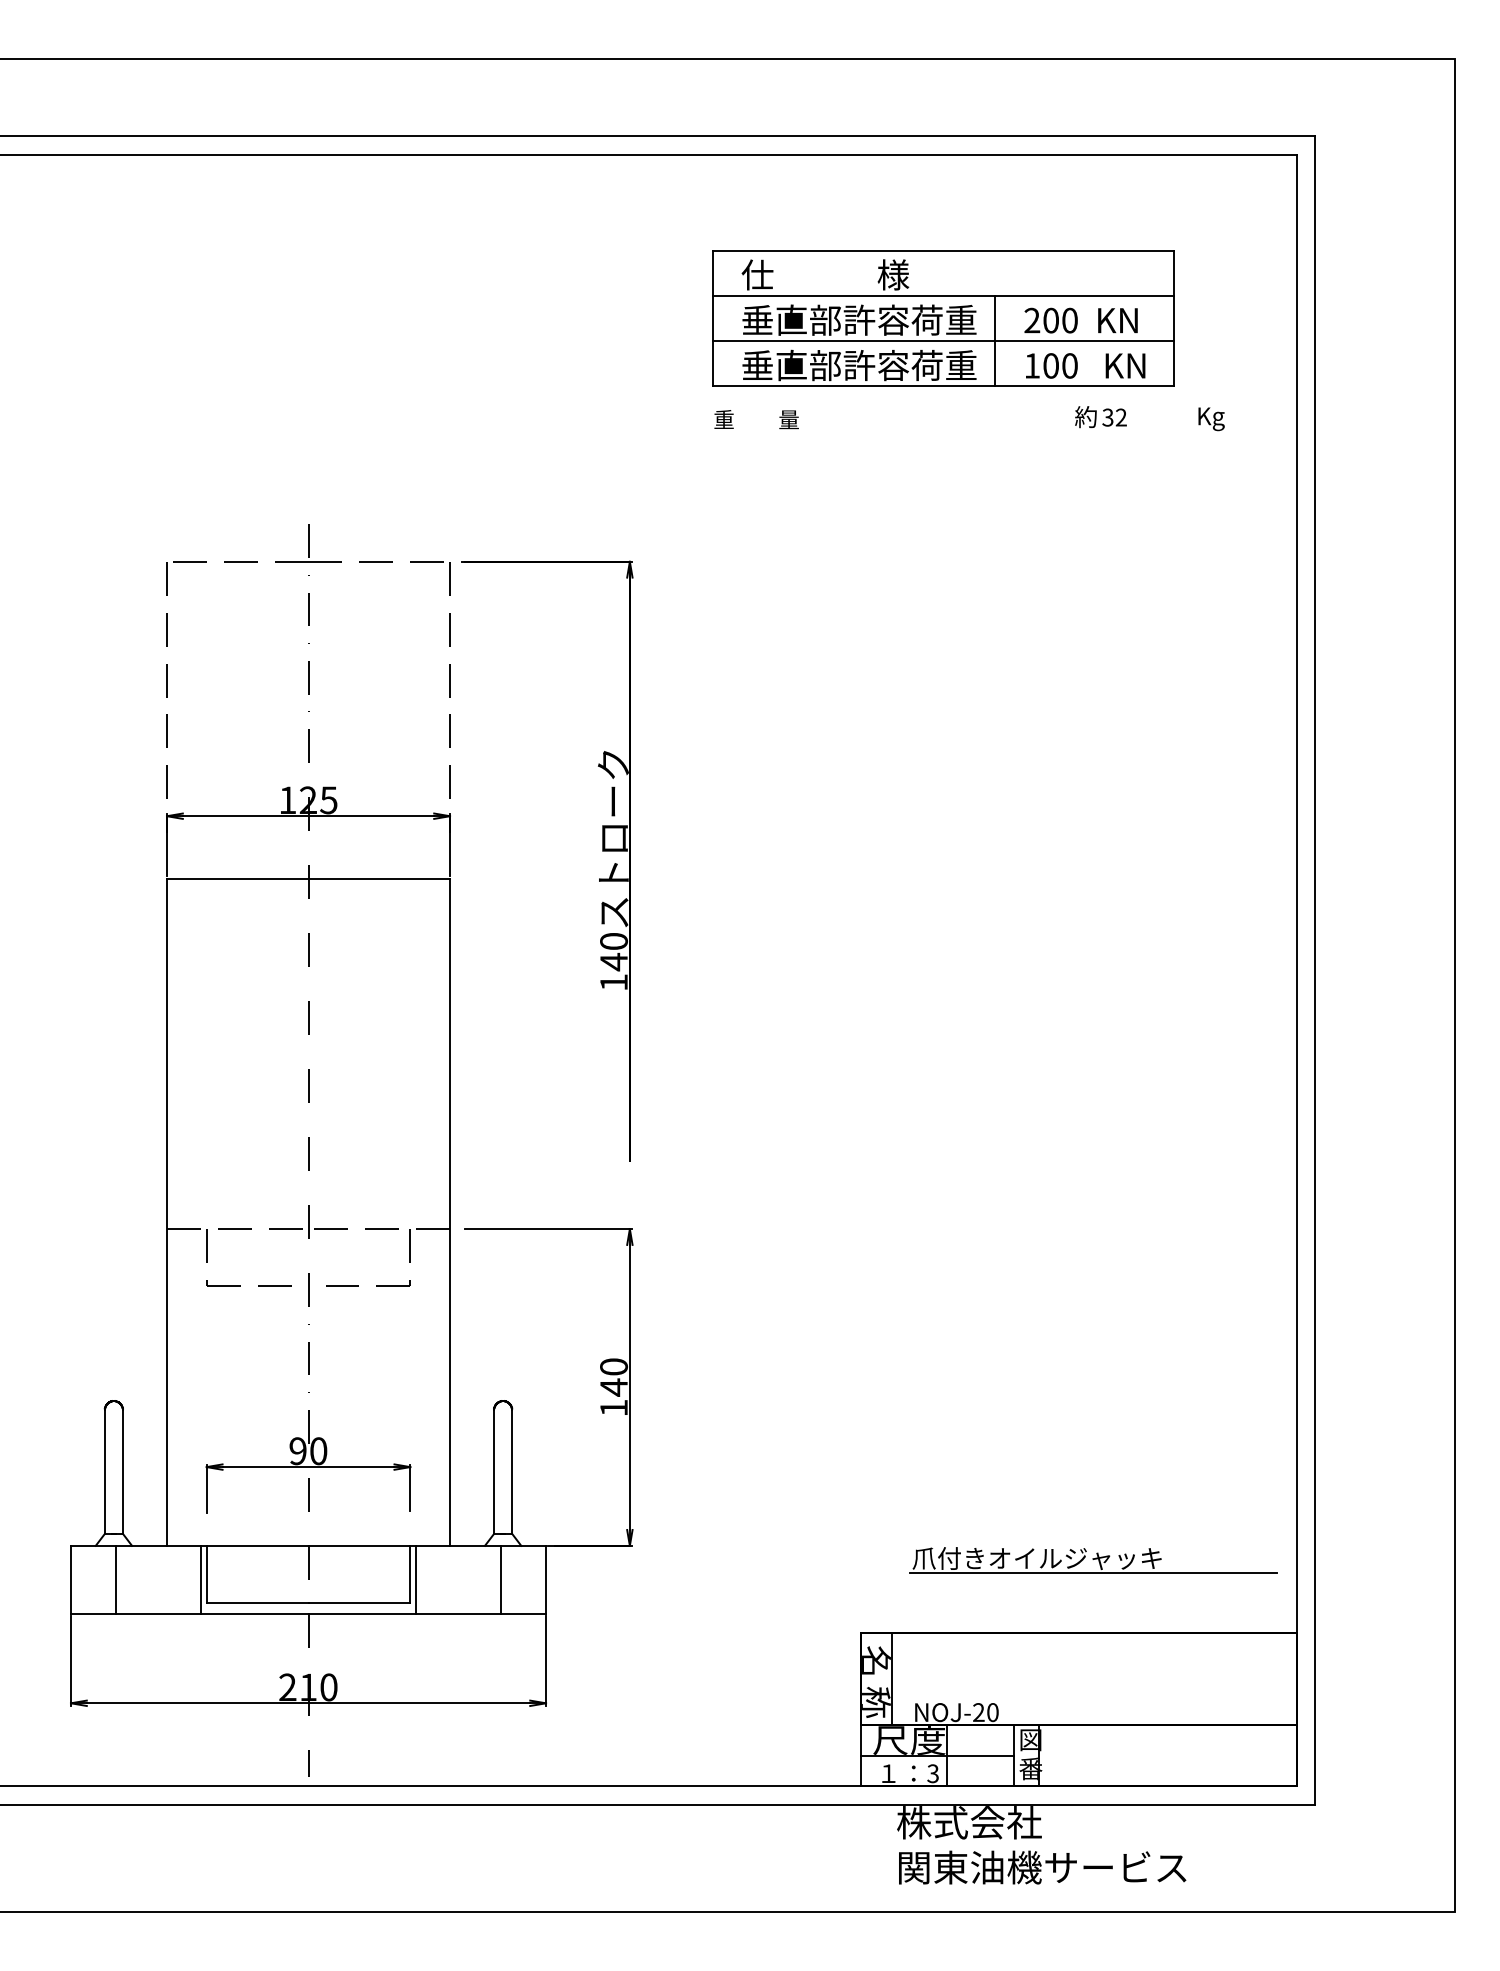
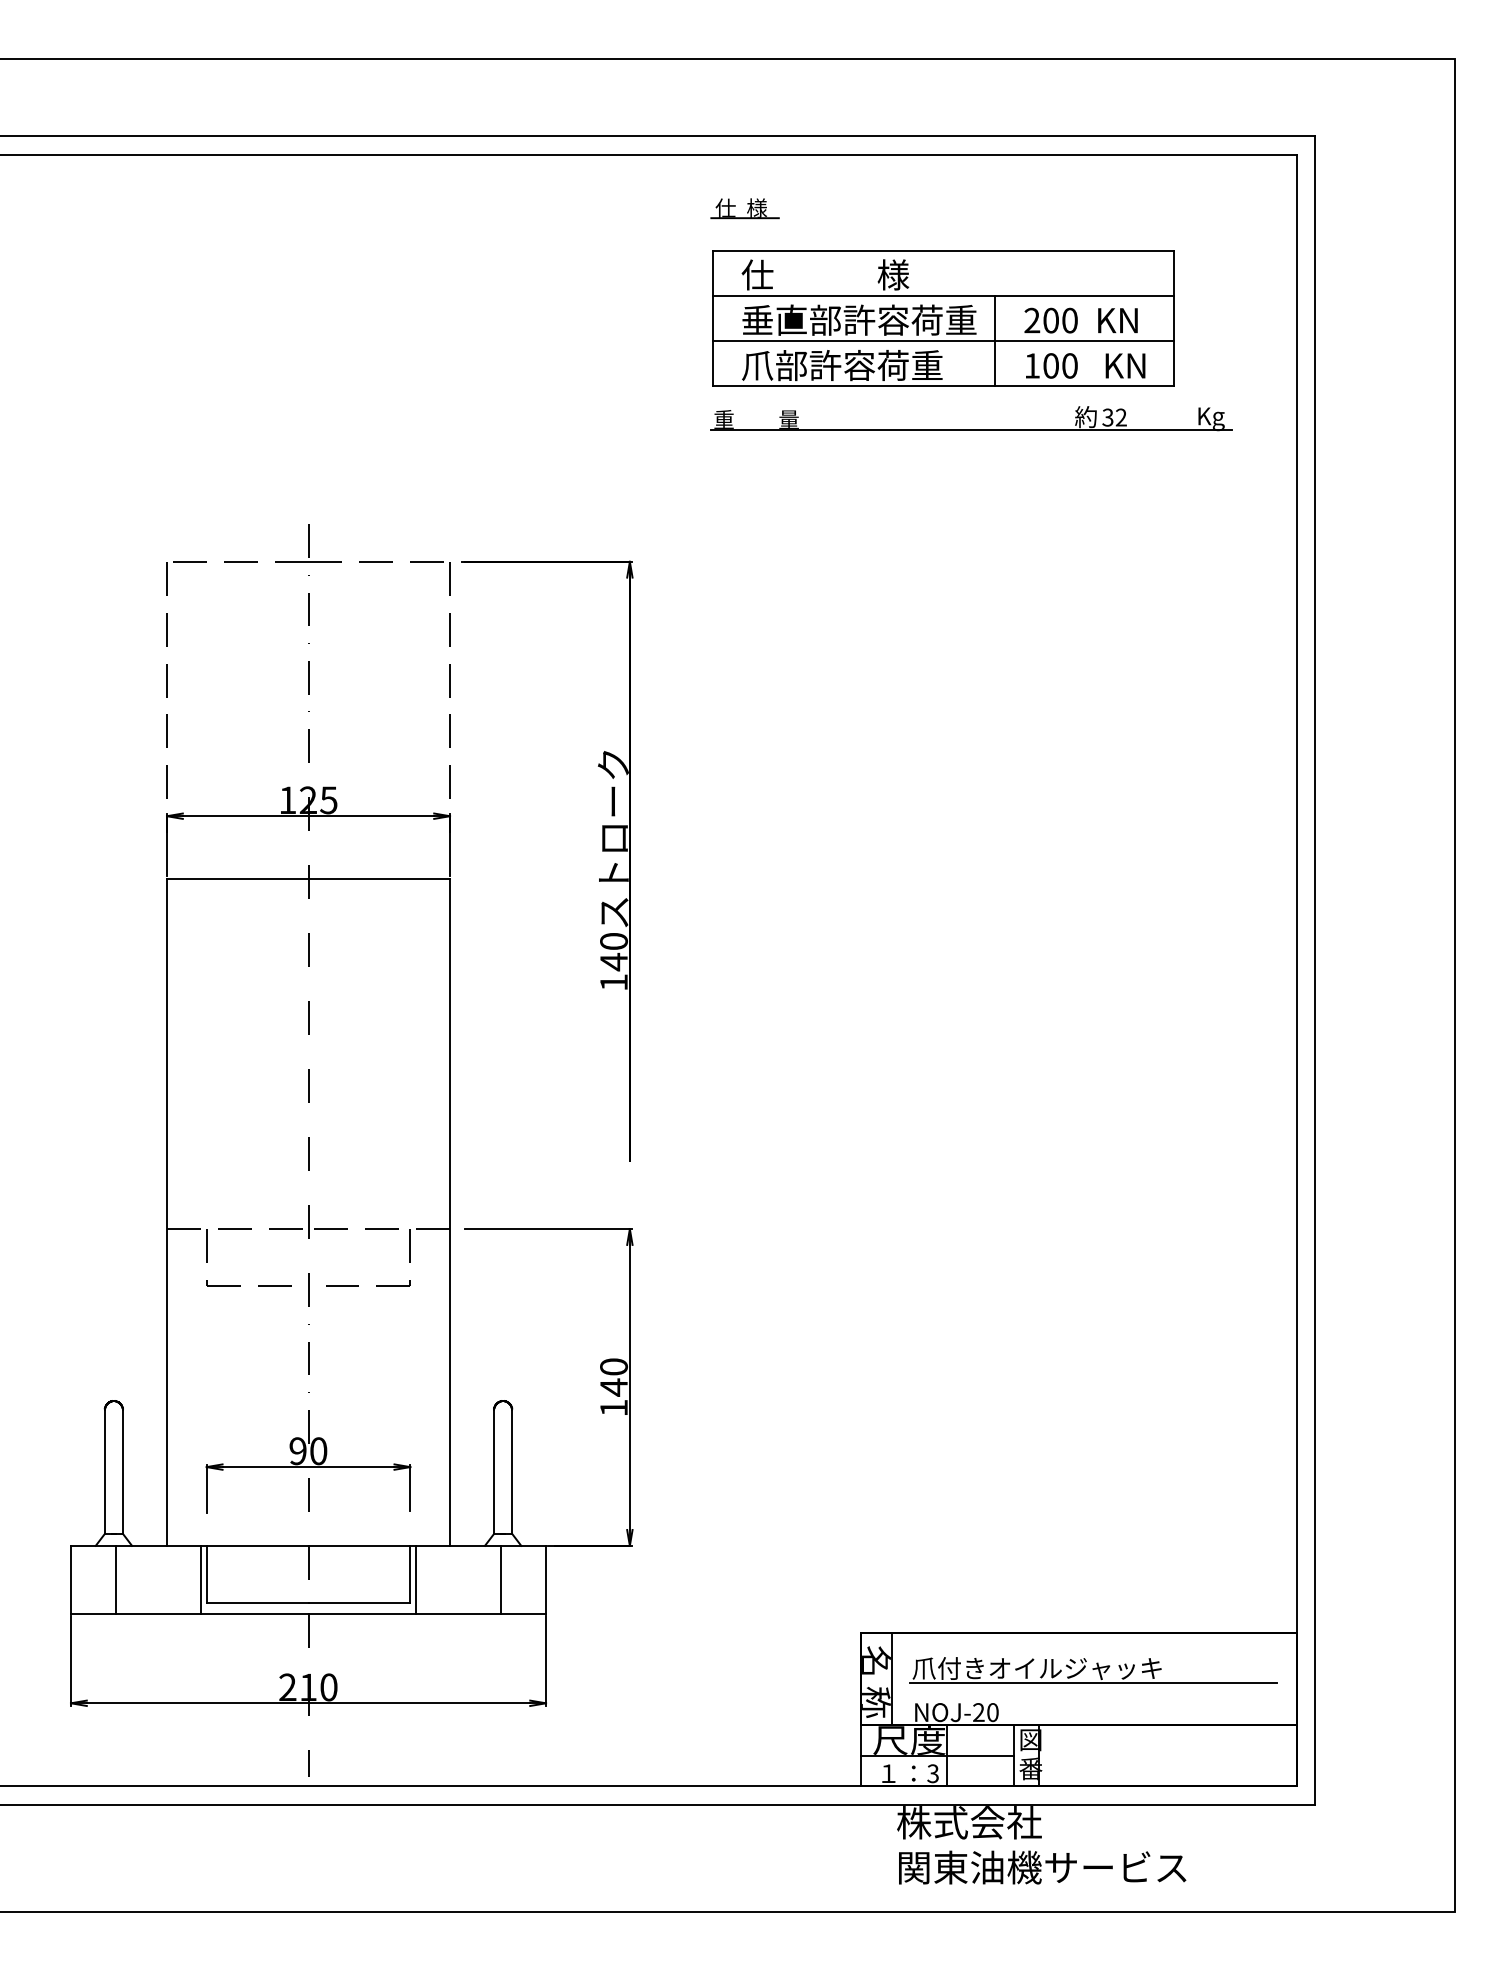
part at (744, 208): none -> present
text at (859, 365): 垂直部許容荷重 -> 爪部許容荷重
line at (971, 429): none -> present
part at (1093, 1560) position: (1093, 1560) -> (1093, 1670)
